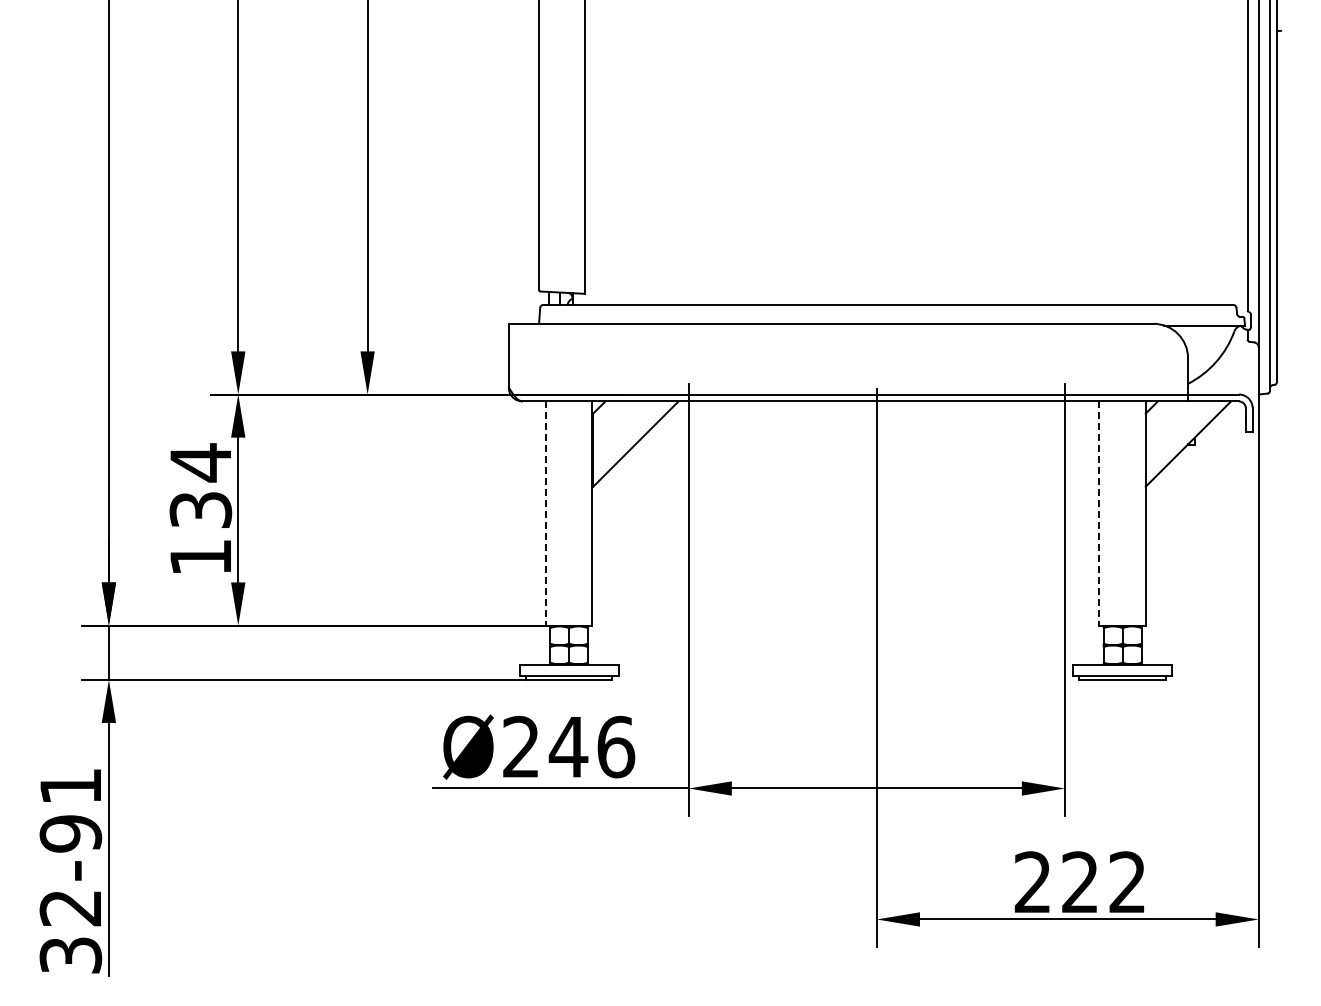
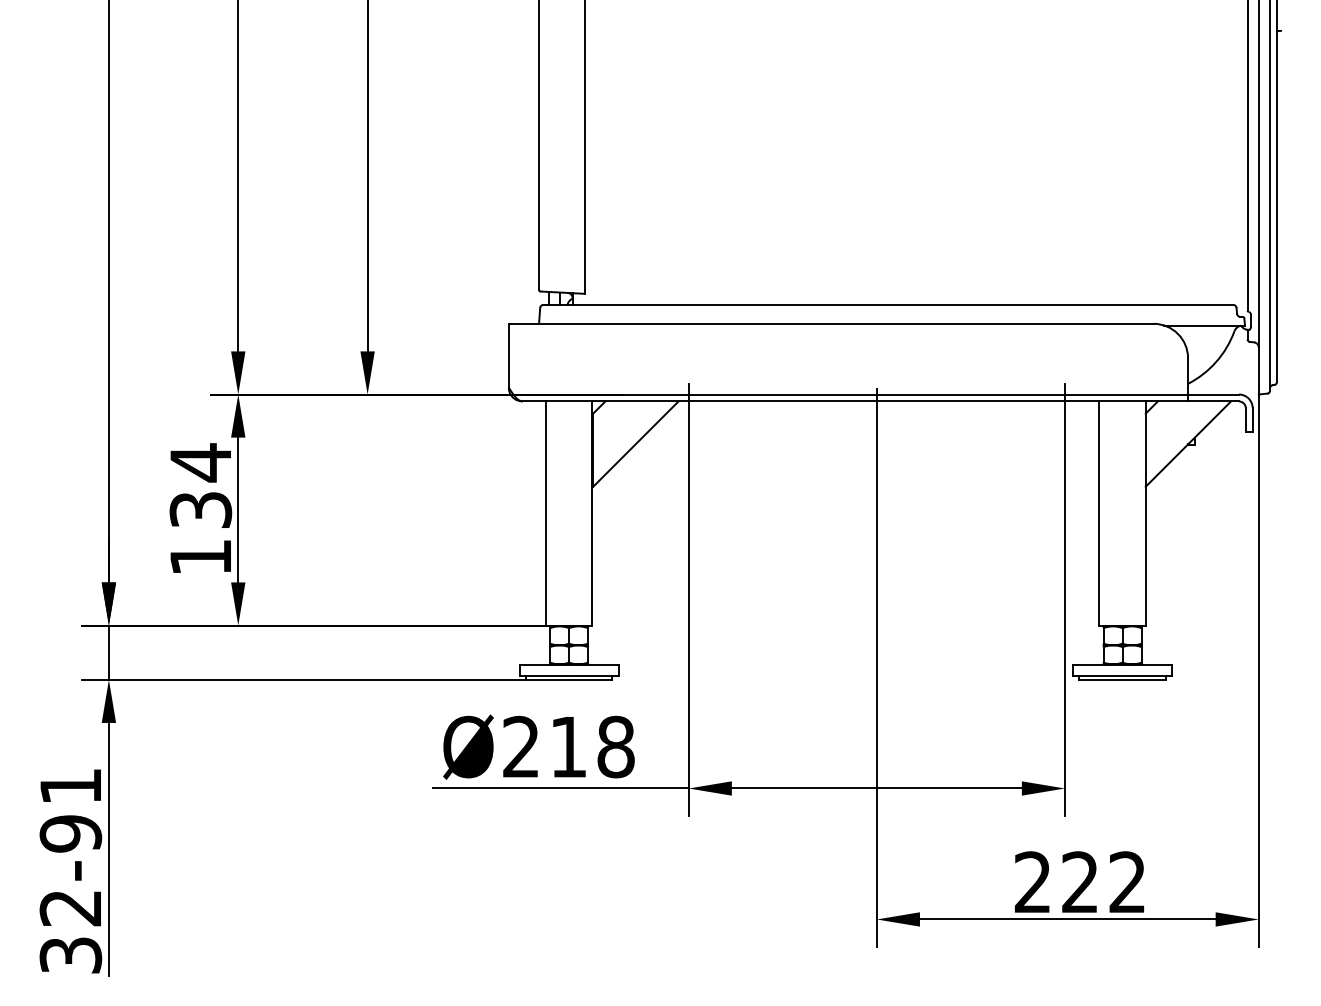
line at (545, 513): dashed -> solid
line at (1099, 513): dashed -> solid
text at (591, 746): Ø246 -> Ø218
